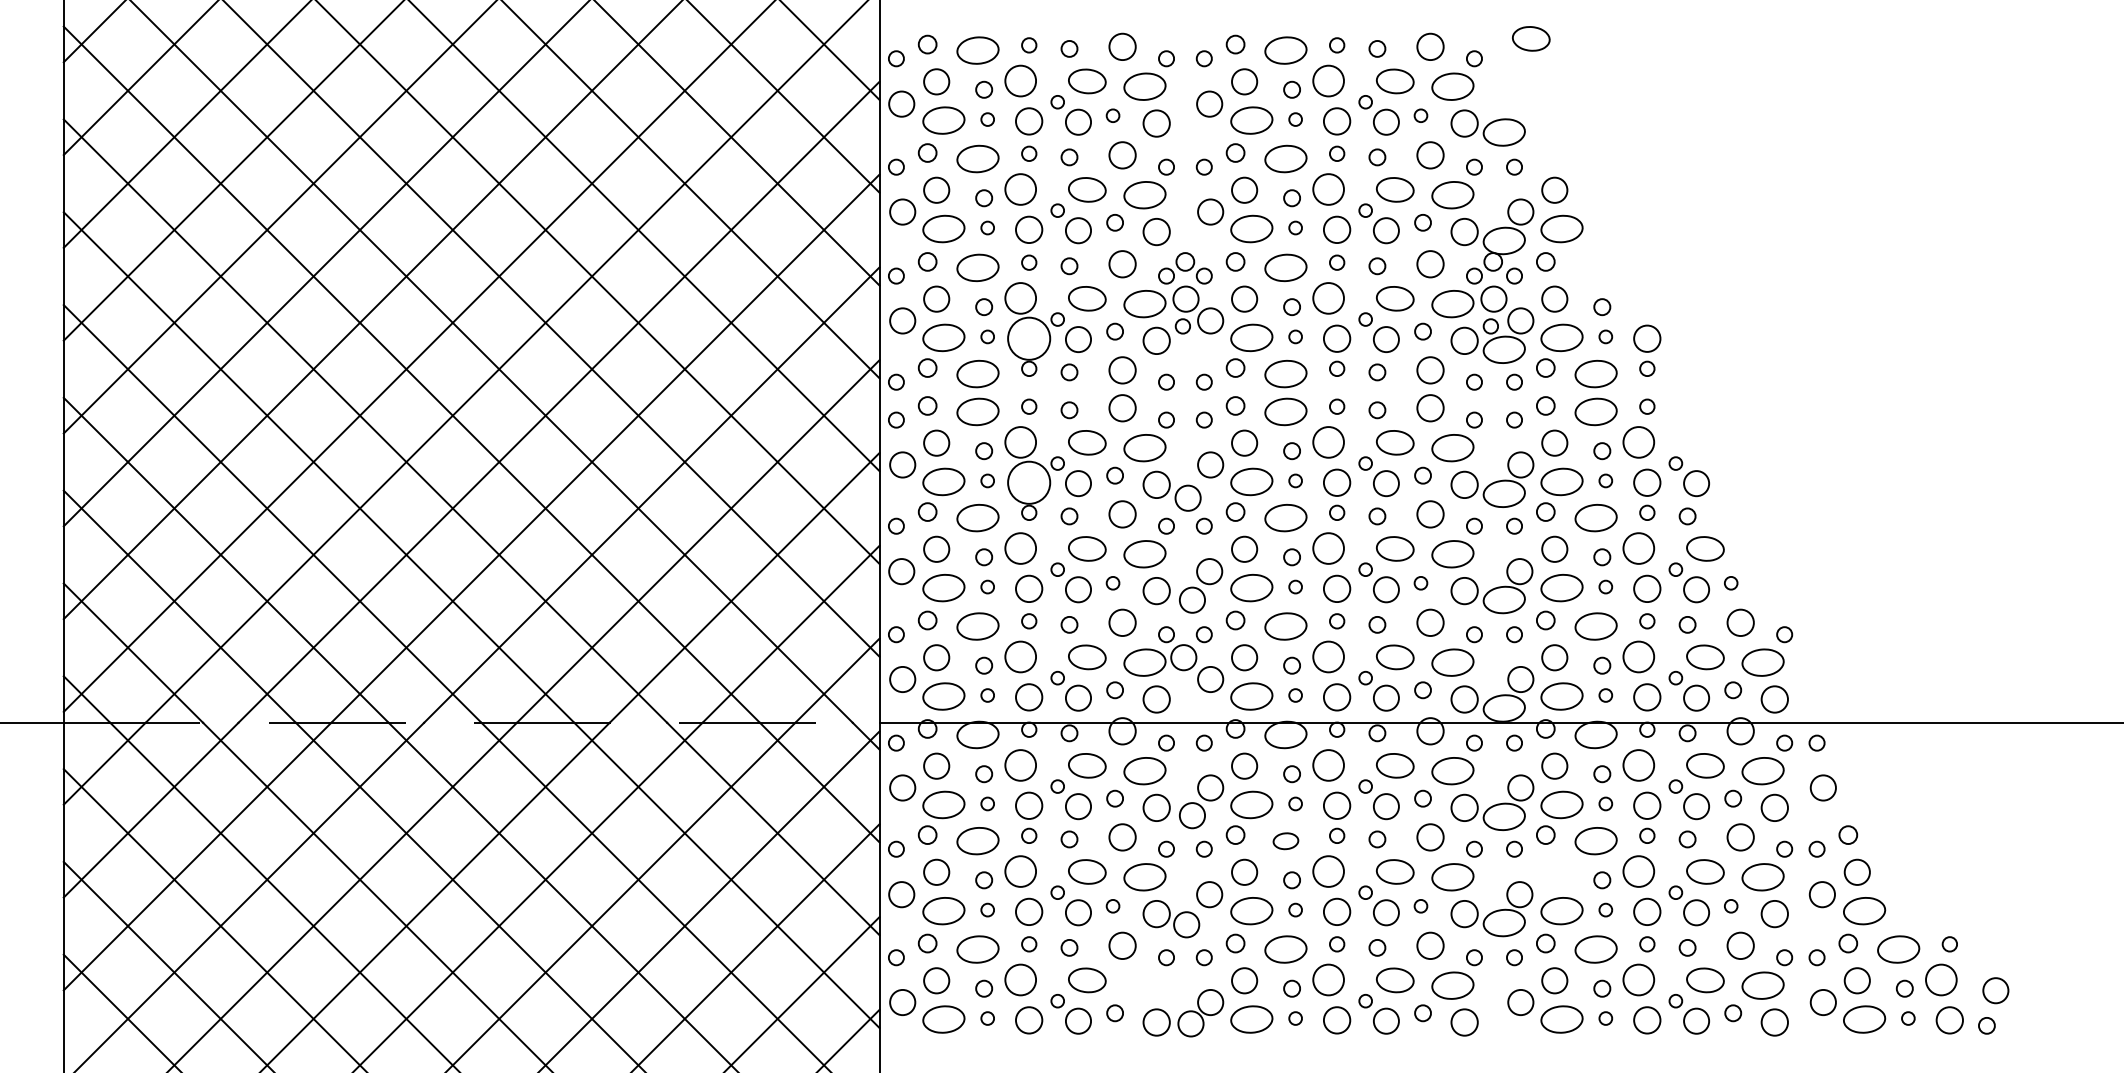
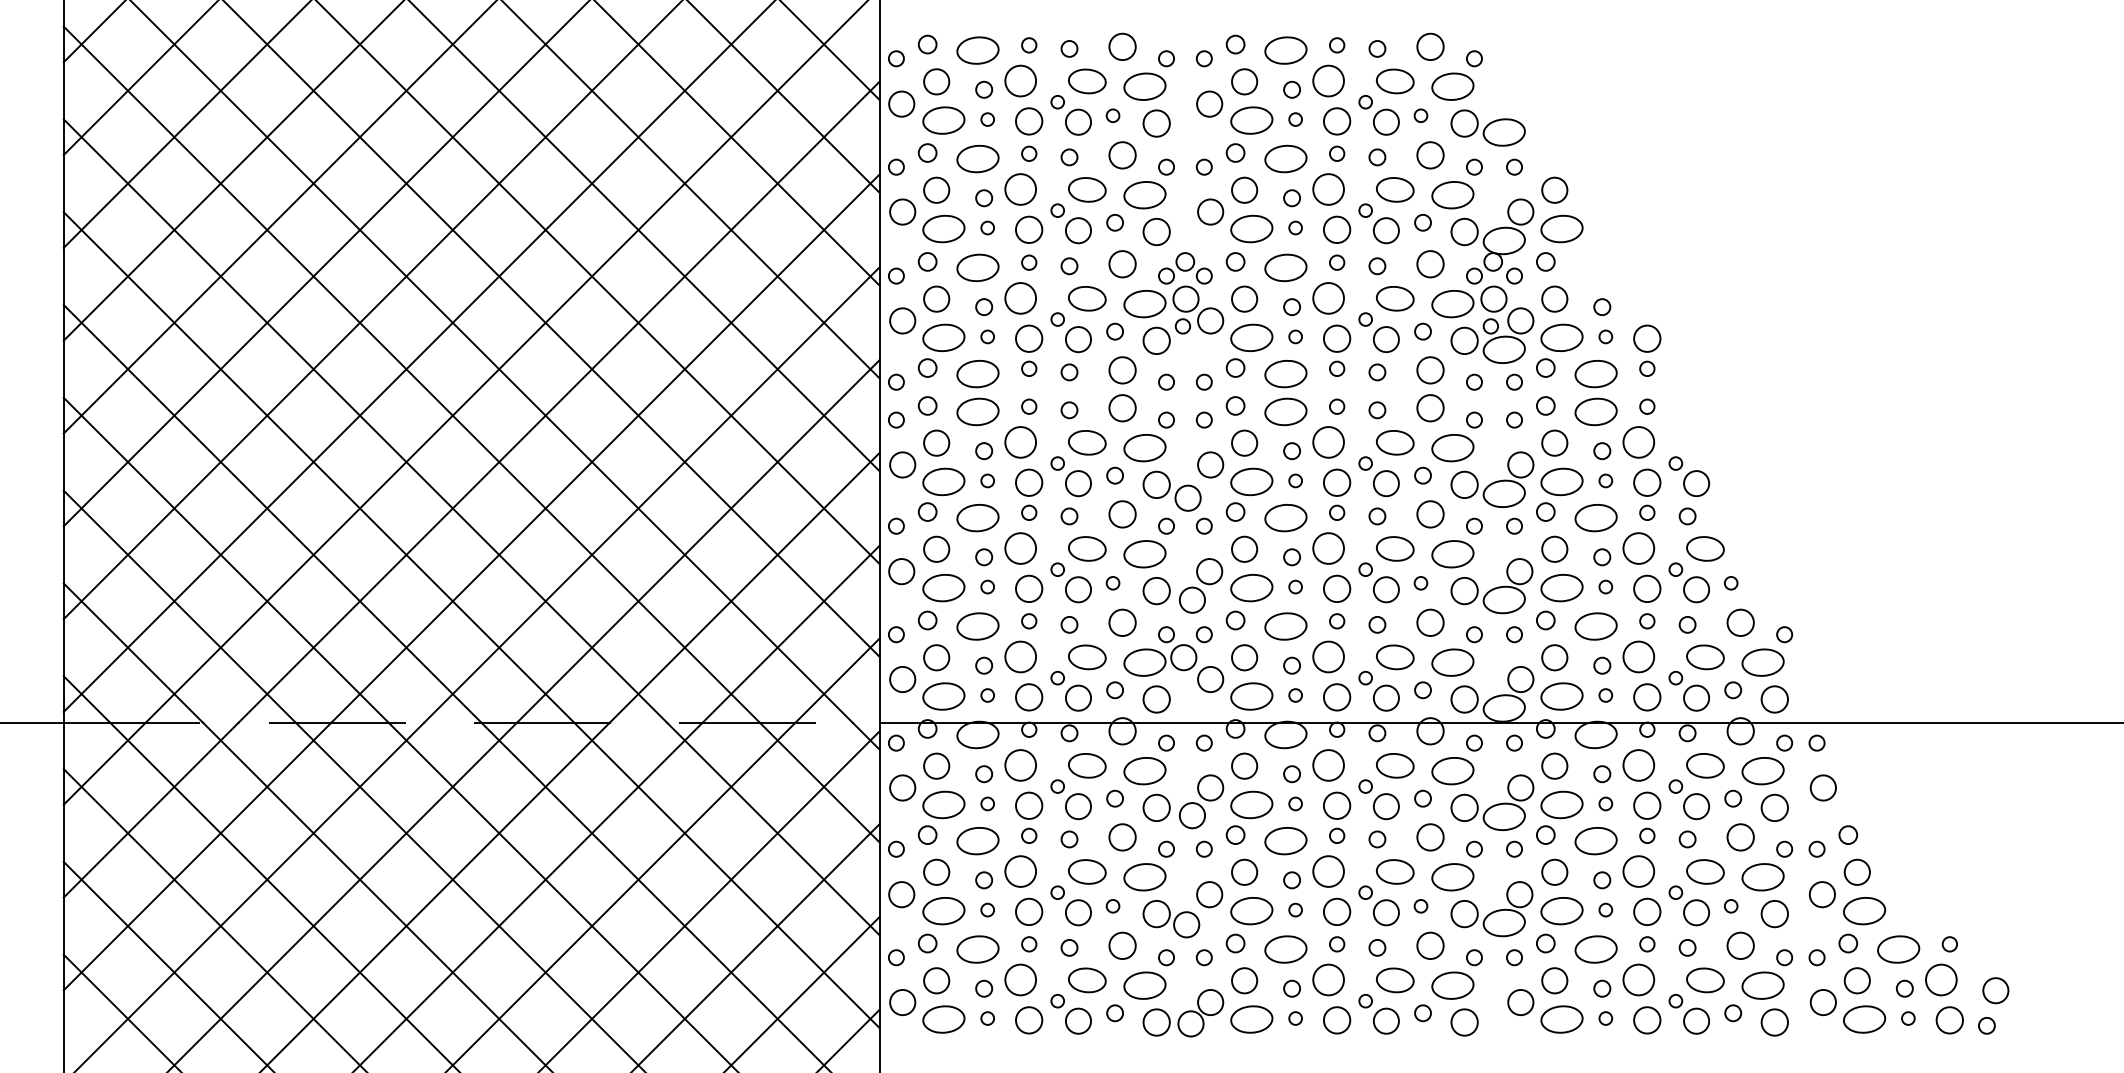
part at (1531, 38): present -> none
circle at (1029, 338) diameter: 42 px -> 26 px
circle at (1029, 482) diameter: 42 px -> 26 px
part at (1285, 841) size: 28x19 px -> 44x29 px
circle at (1554, 871): none -> present
part at (1144, 985): none -> present
